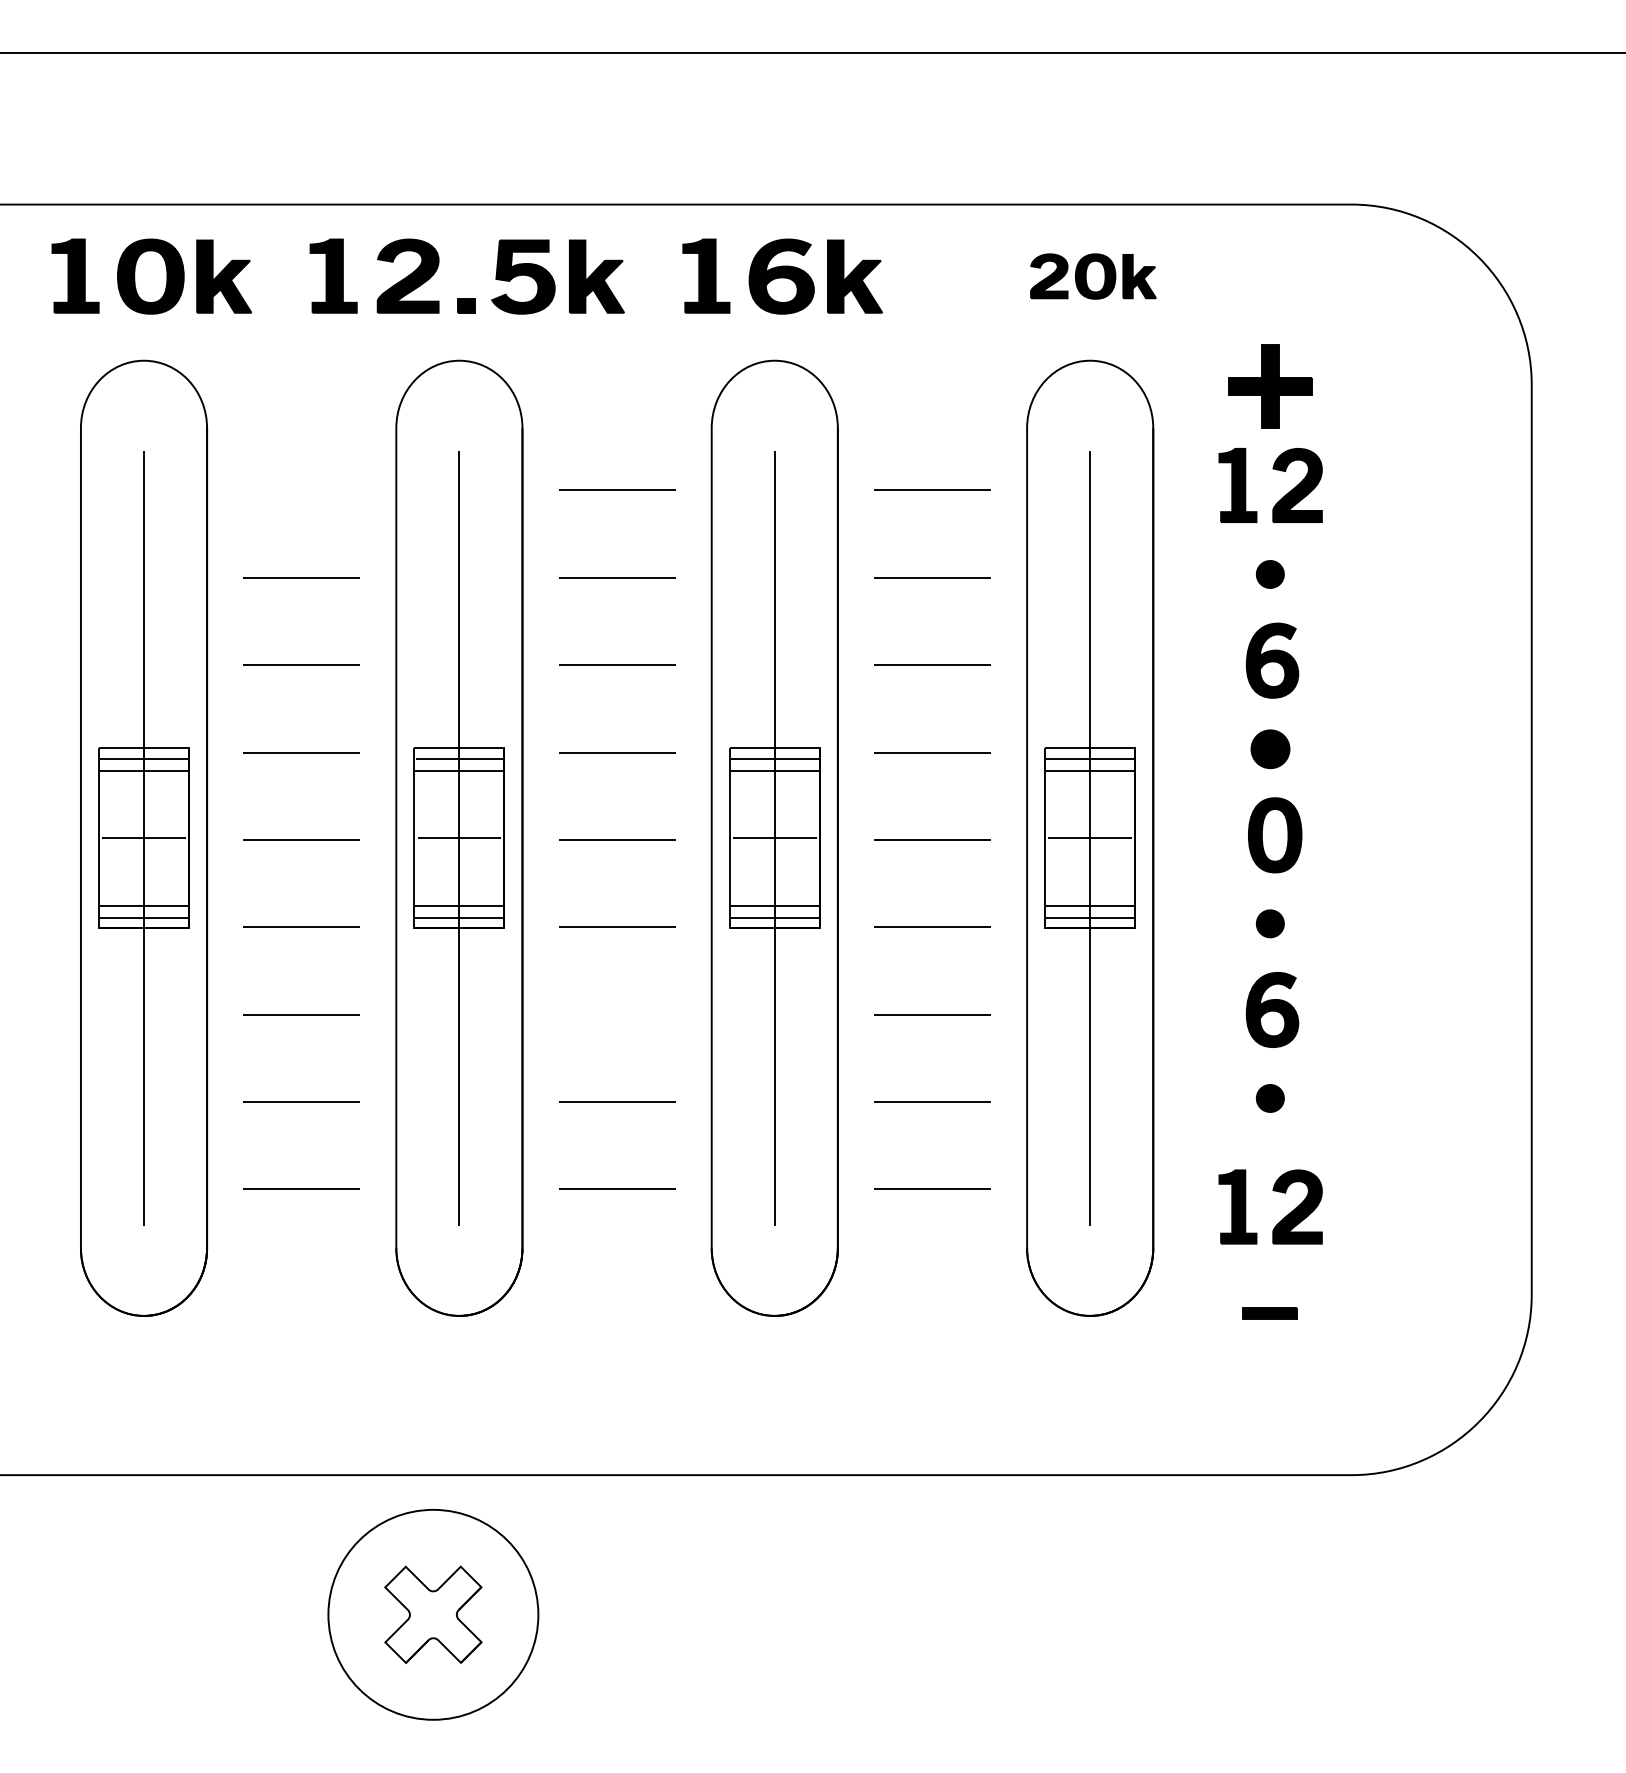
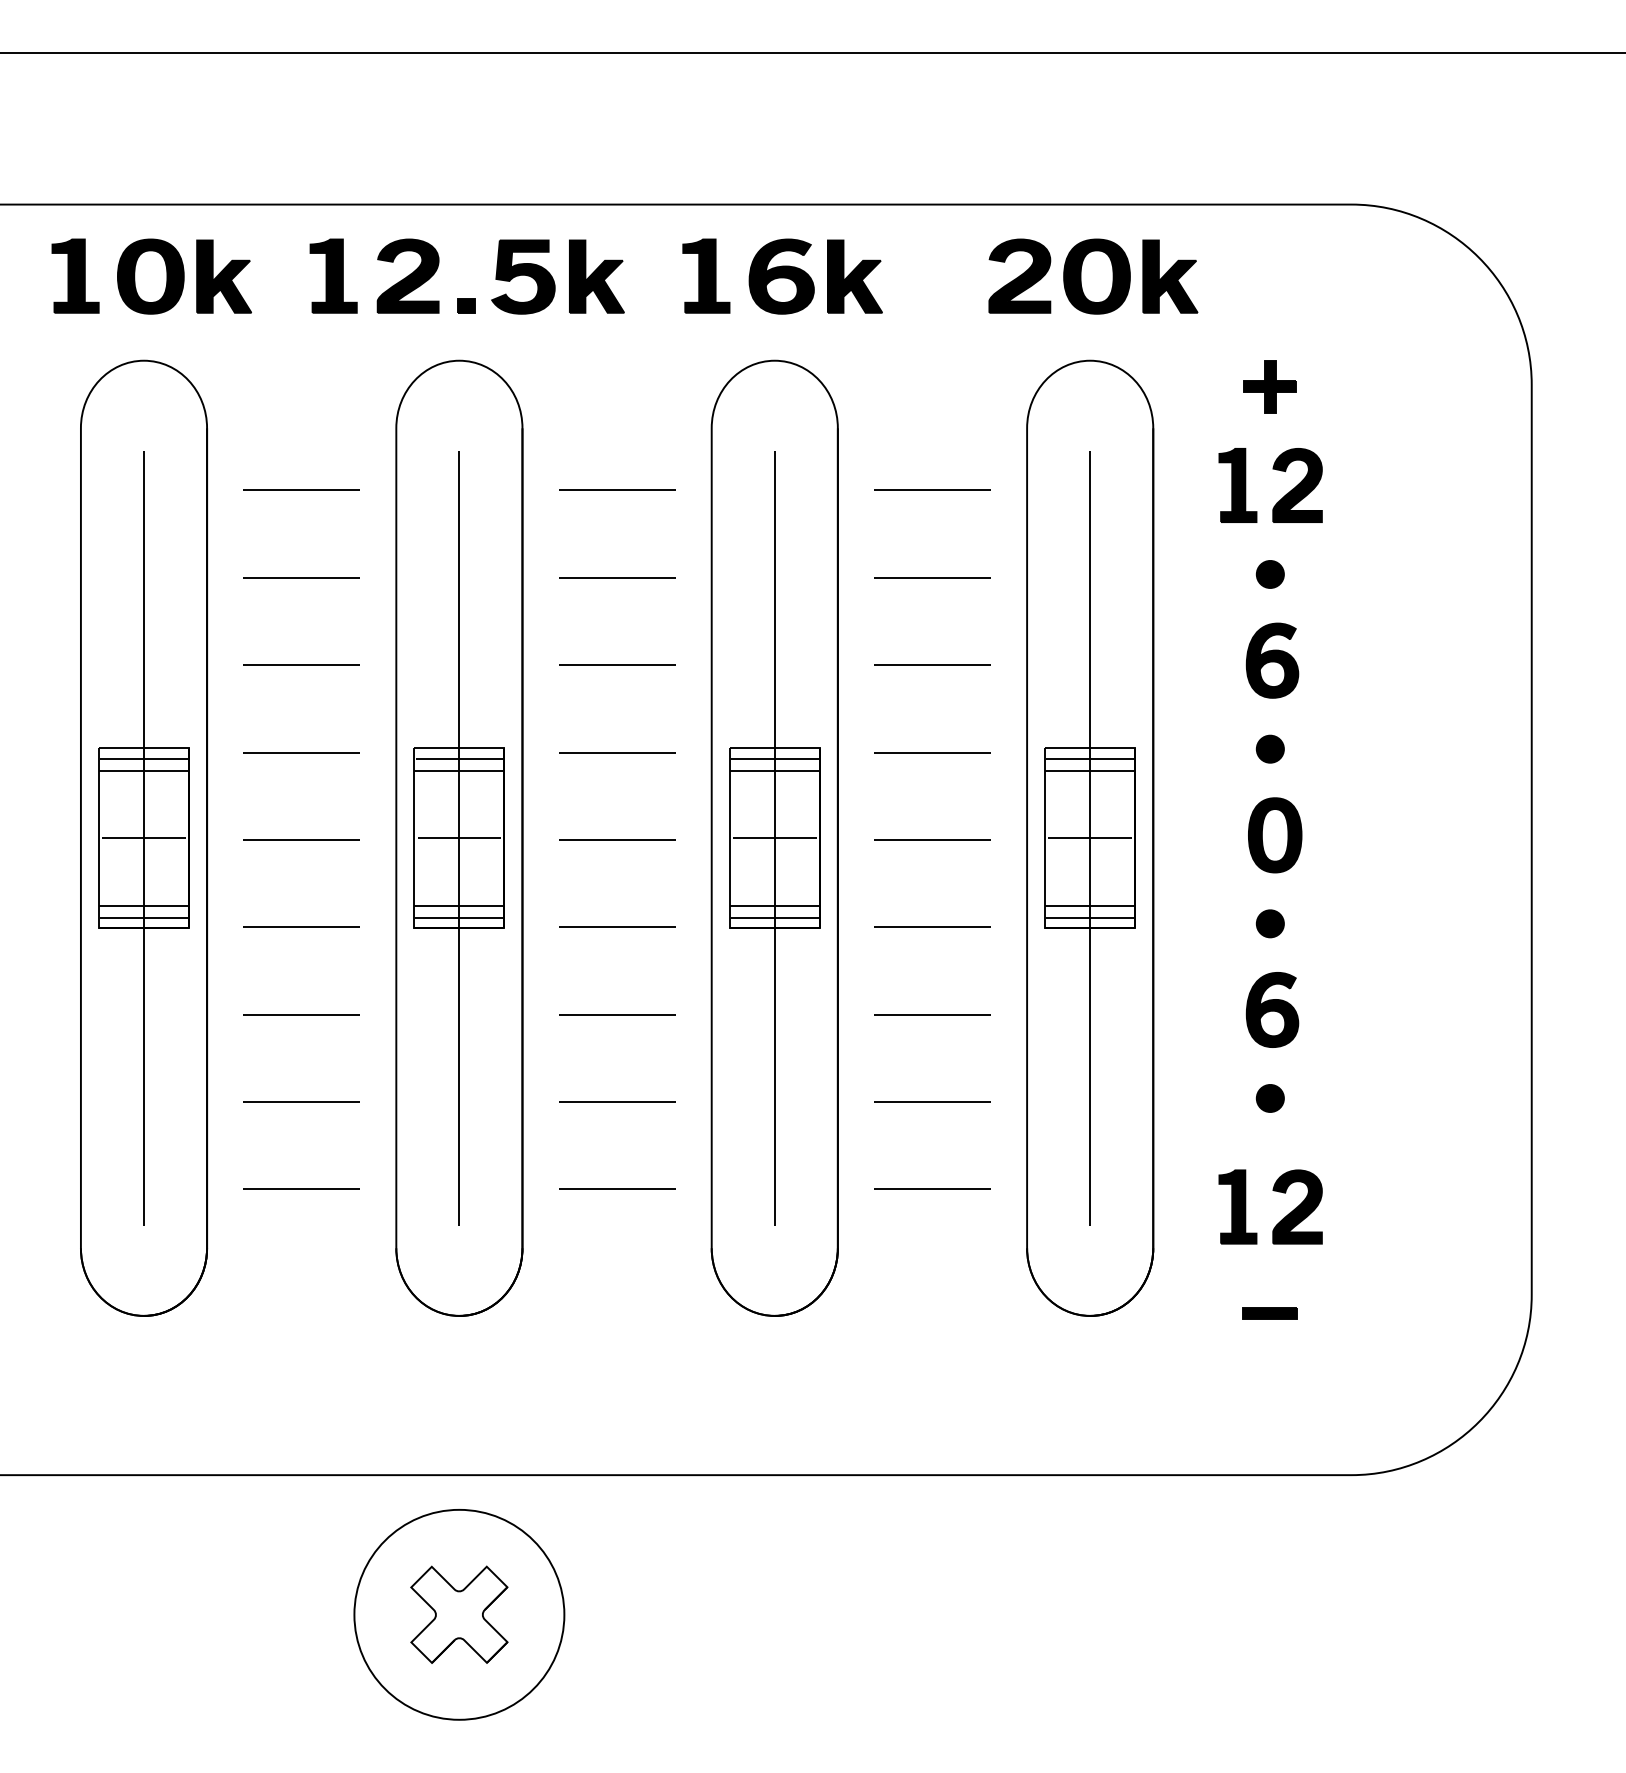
part at (1093, 276) size: 127x47 px -> 211x77 px
part at (1270, 386) size: 85x85 px -> 54x54 px
line at (301, 489): none -> present
part at (1270, 749) size: 41x41 px -> 30x30 px
line at (617, 1014): none -> present
part at (433, 1614) position: (433, 1614) -> (459, 1614)
